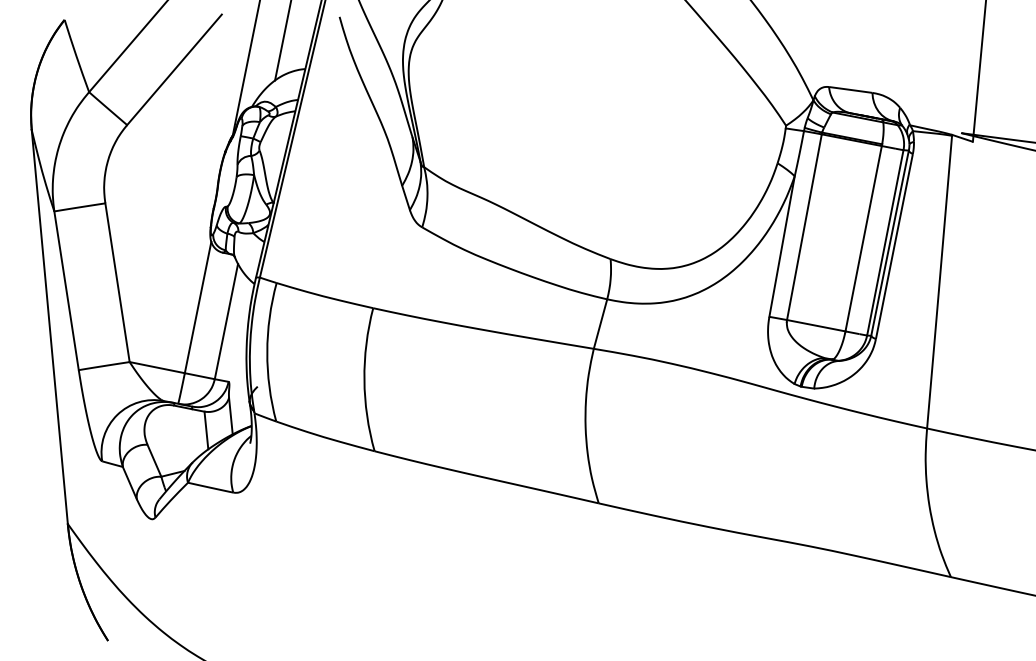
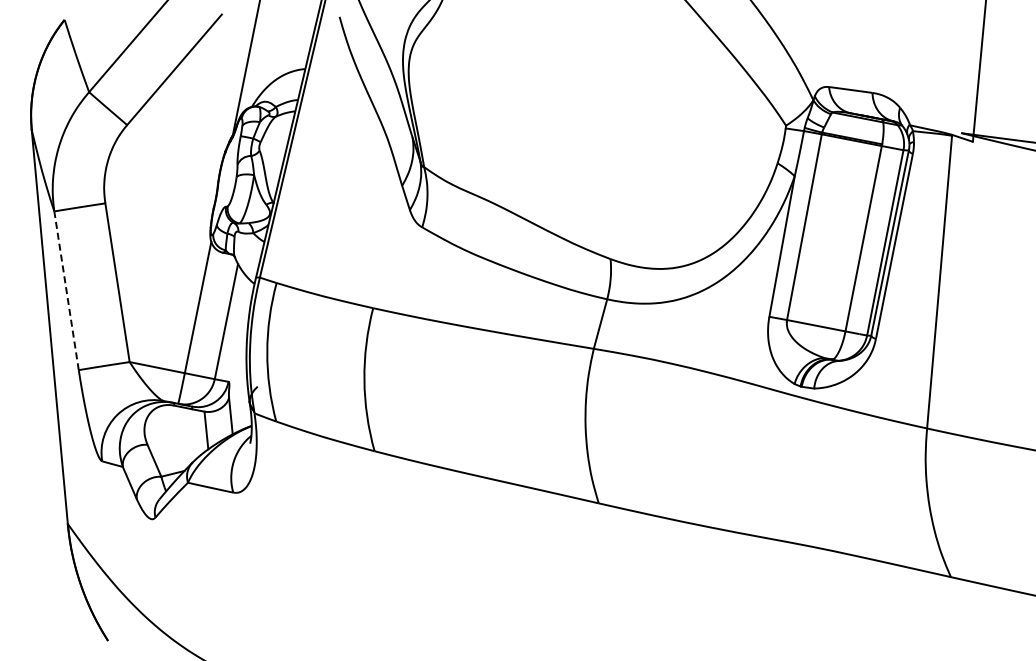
line at (282, 41): present -> none
line at (66, 290): solid -> dashed
